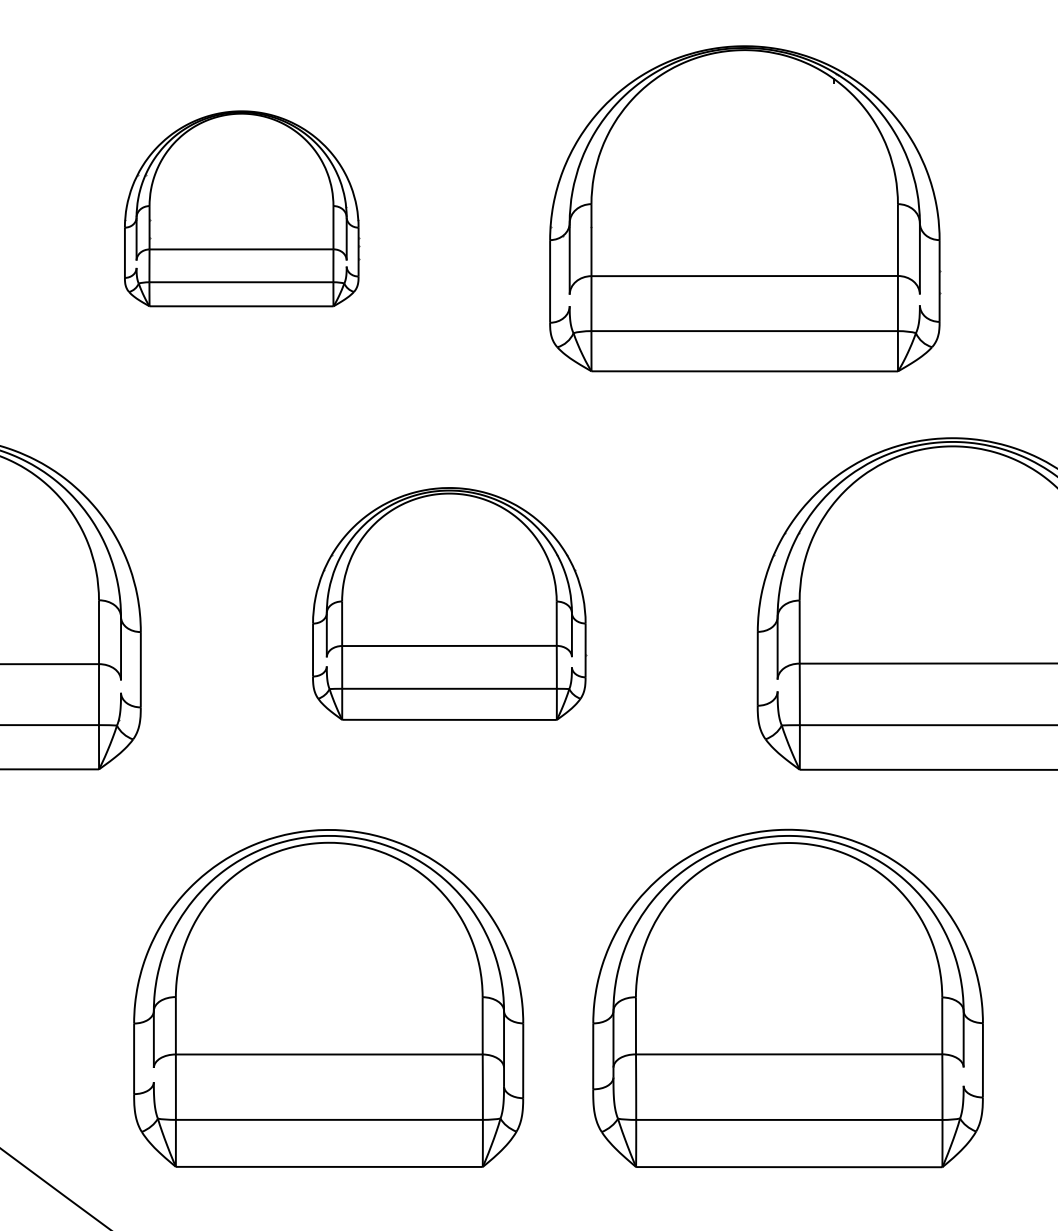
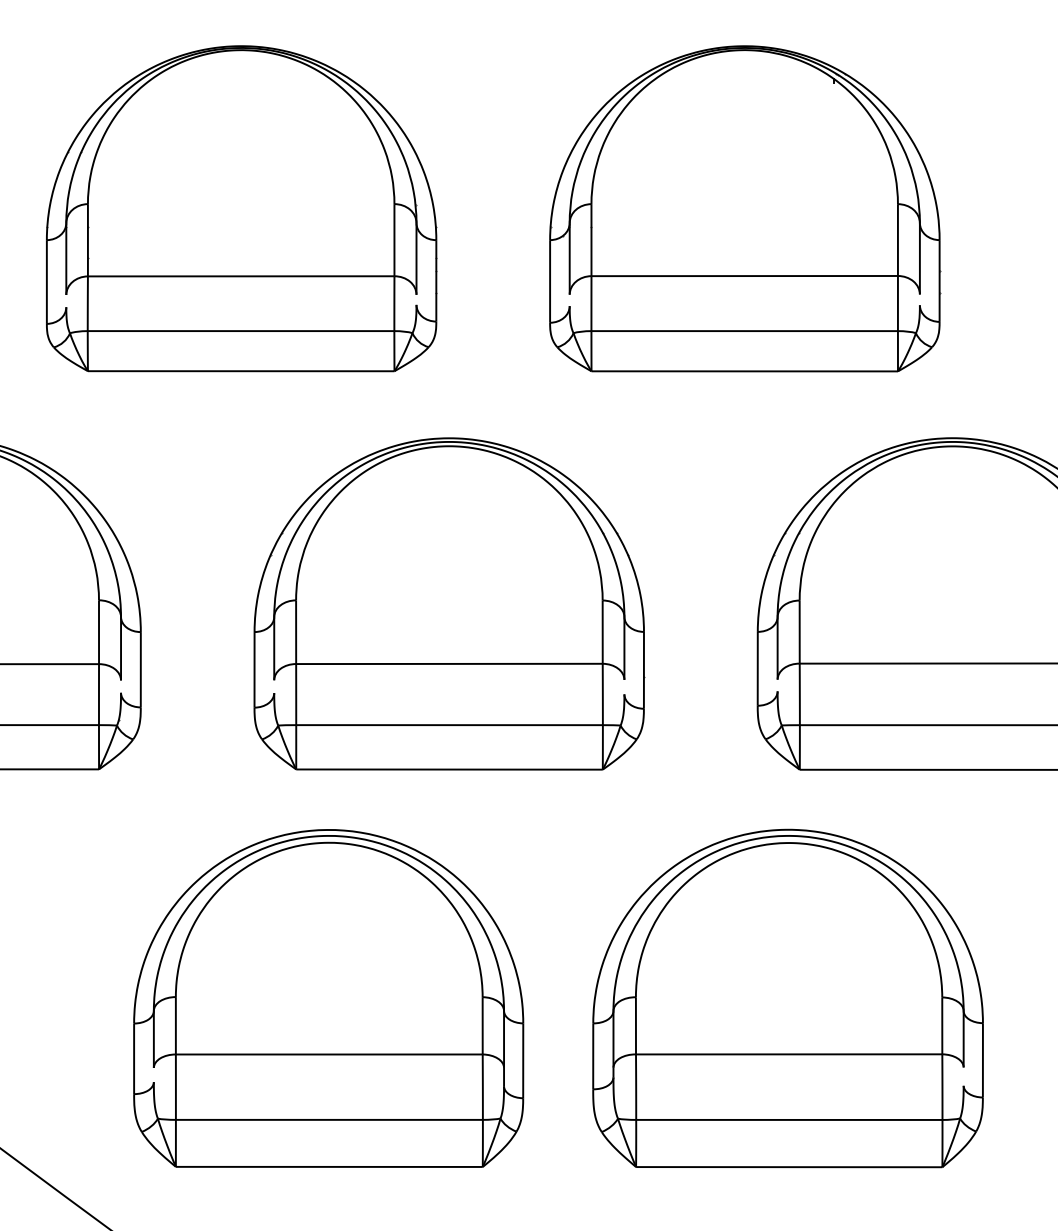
part at (242, 208) size: 237x198 px -> 392x328 px
part at (449, 603) size: 276x234 px -> 393x334 px
